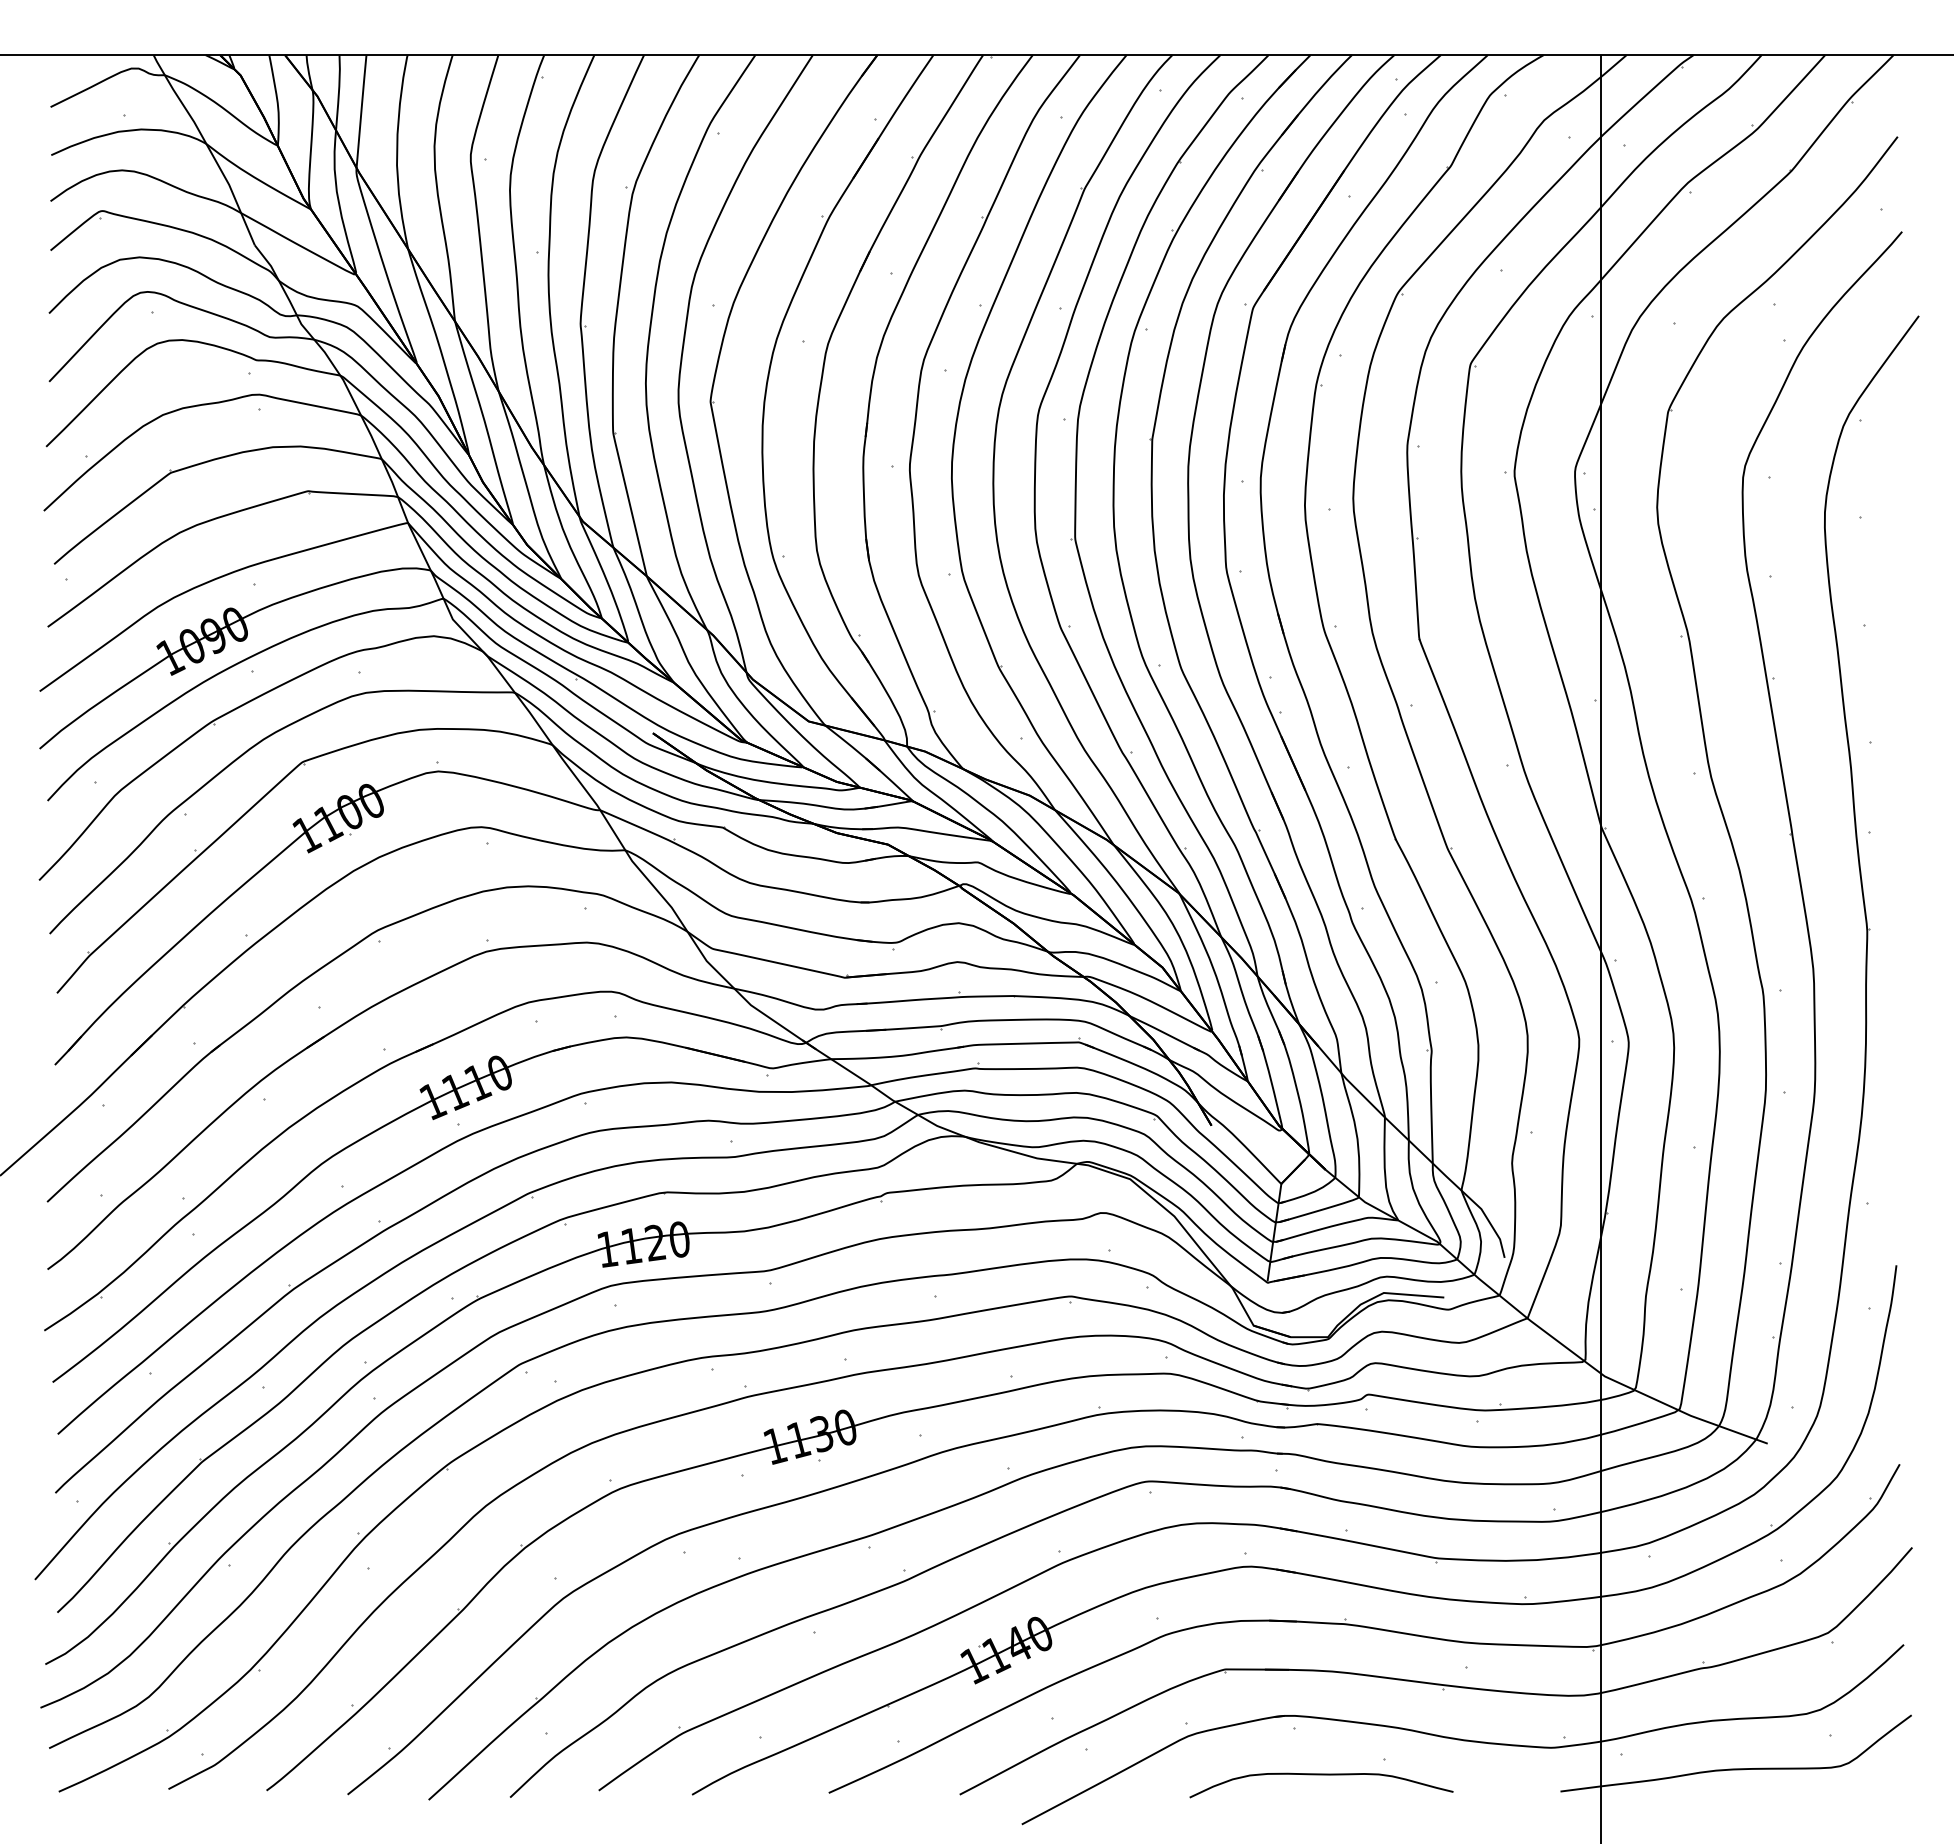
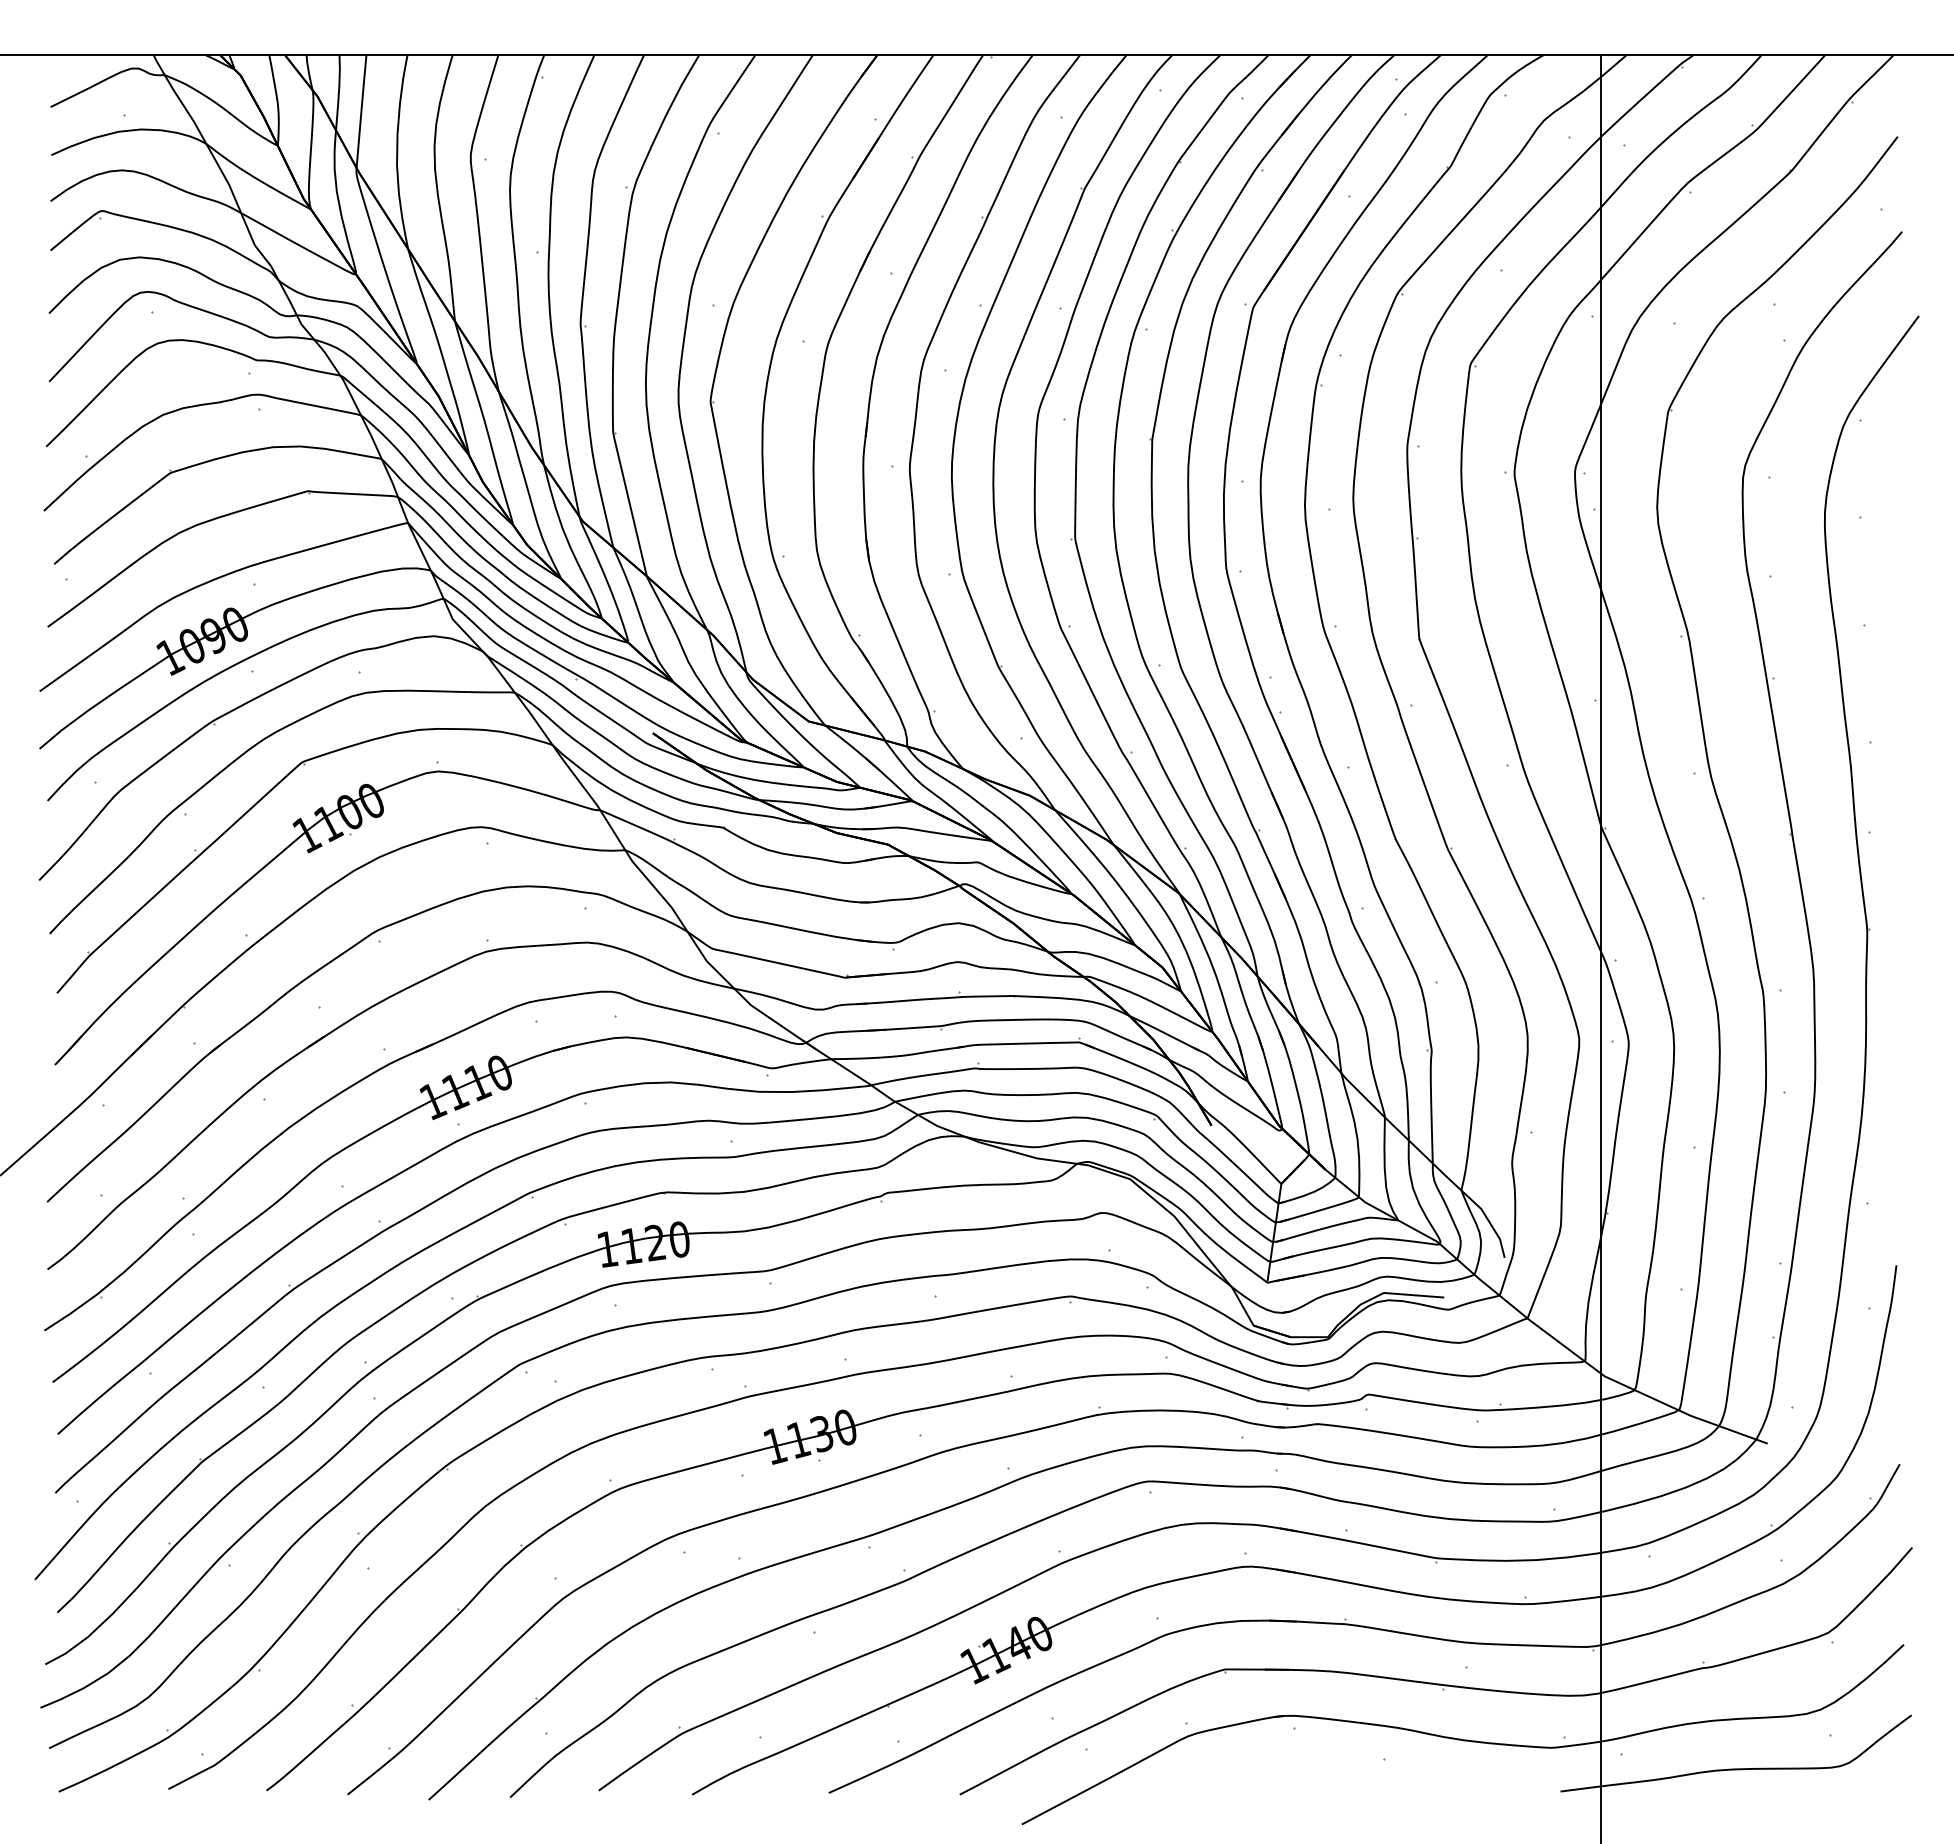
curve at (1321, 1775): present -> none
